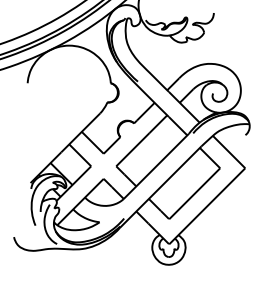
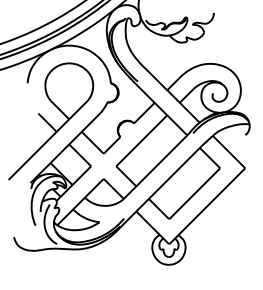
part at (50, 121): none -> present
